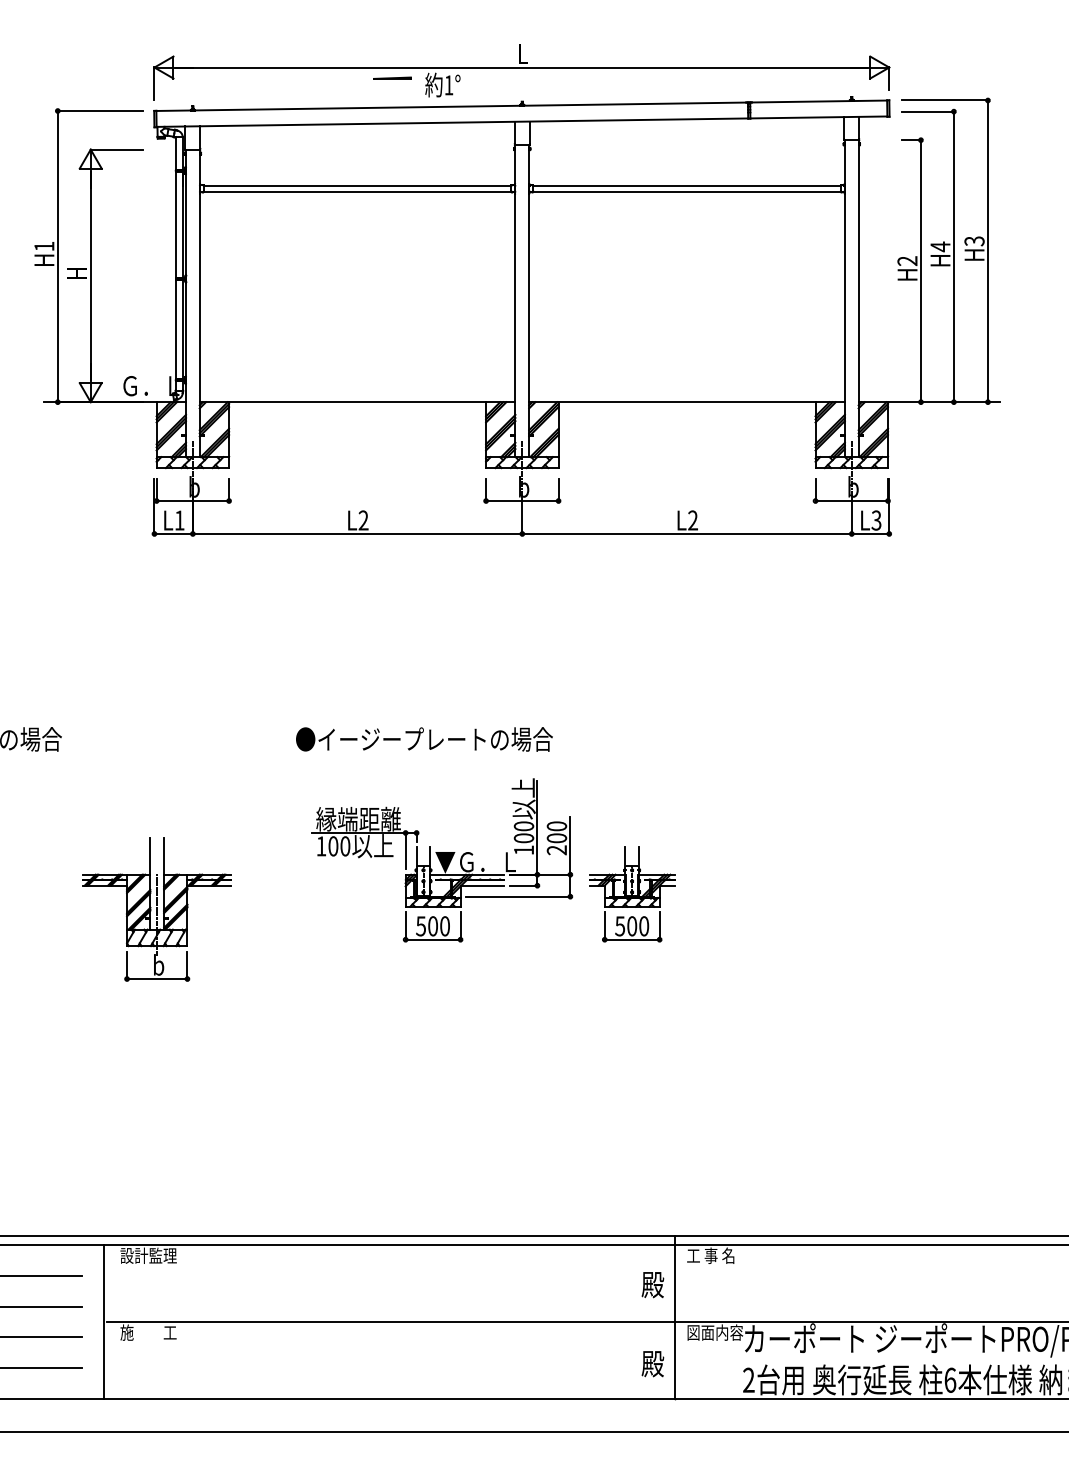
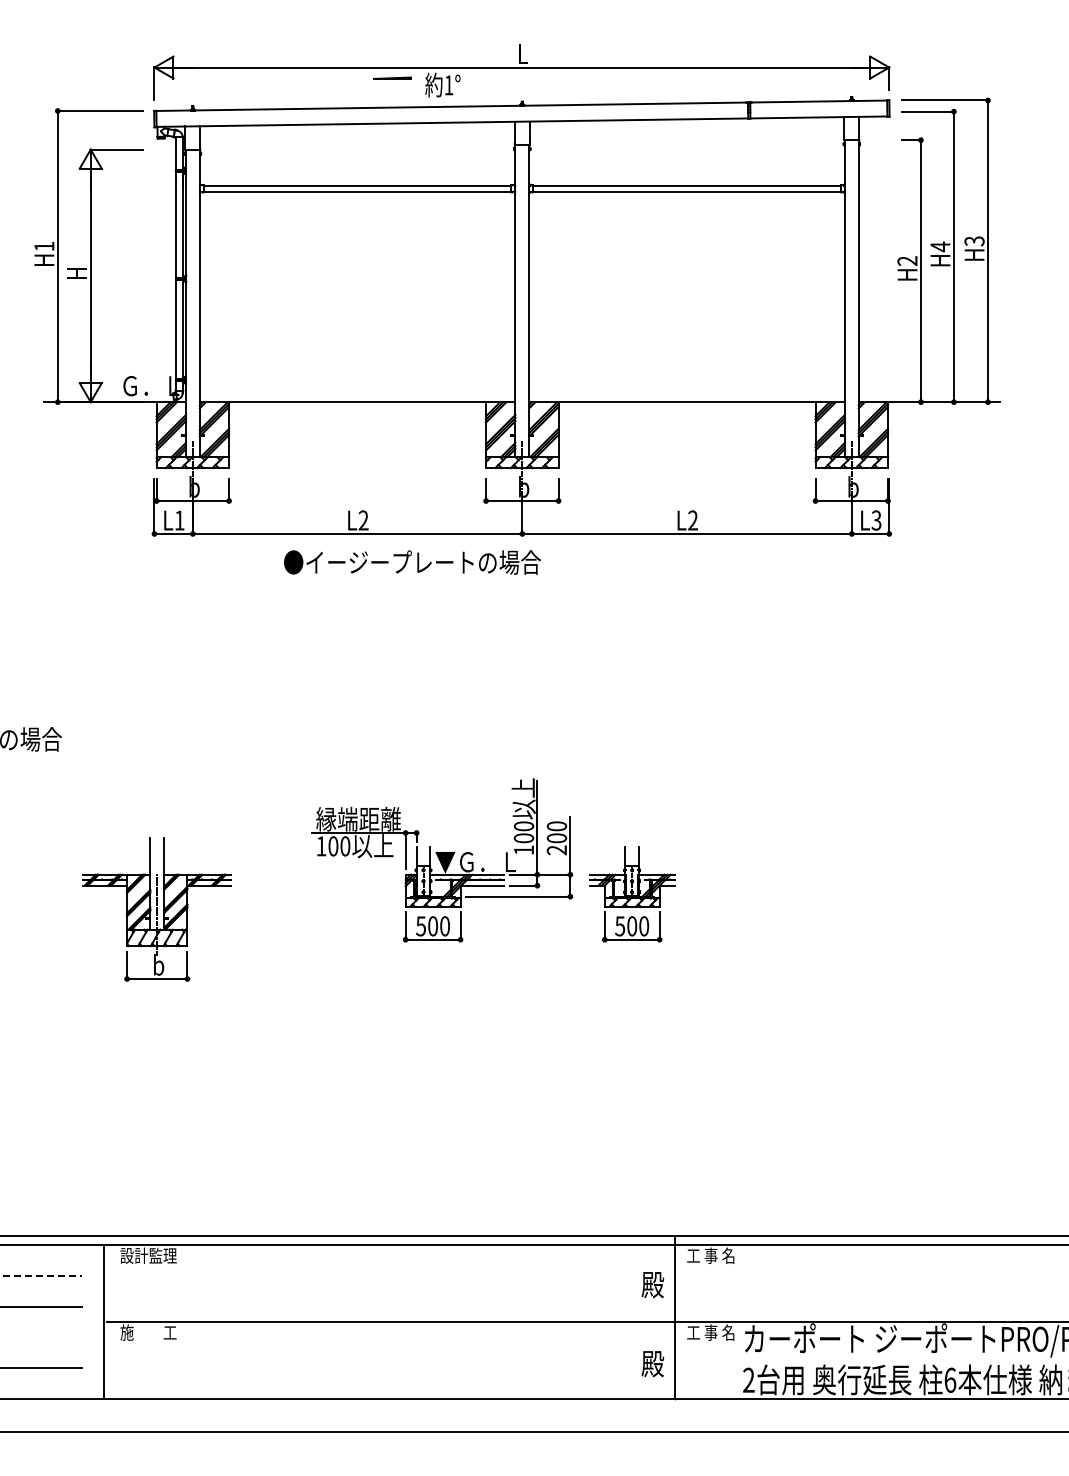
text at (424, 739) position: (424, 739) -> (412, 562)
line at (41, 1275): solid -> dashed
text at (715, 1332): 図面内容 -> 工 事 名
line at (41, 1337): present -> none
